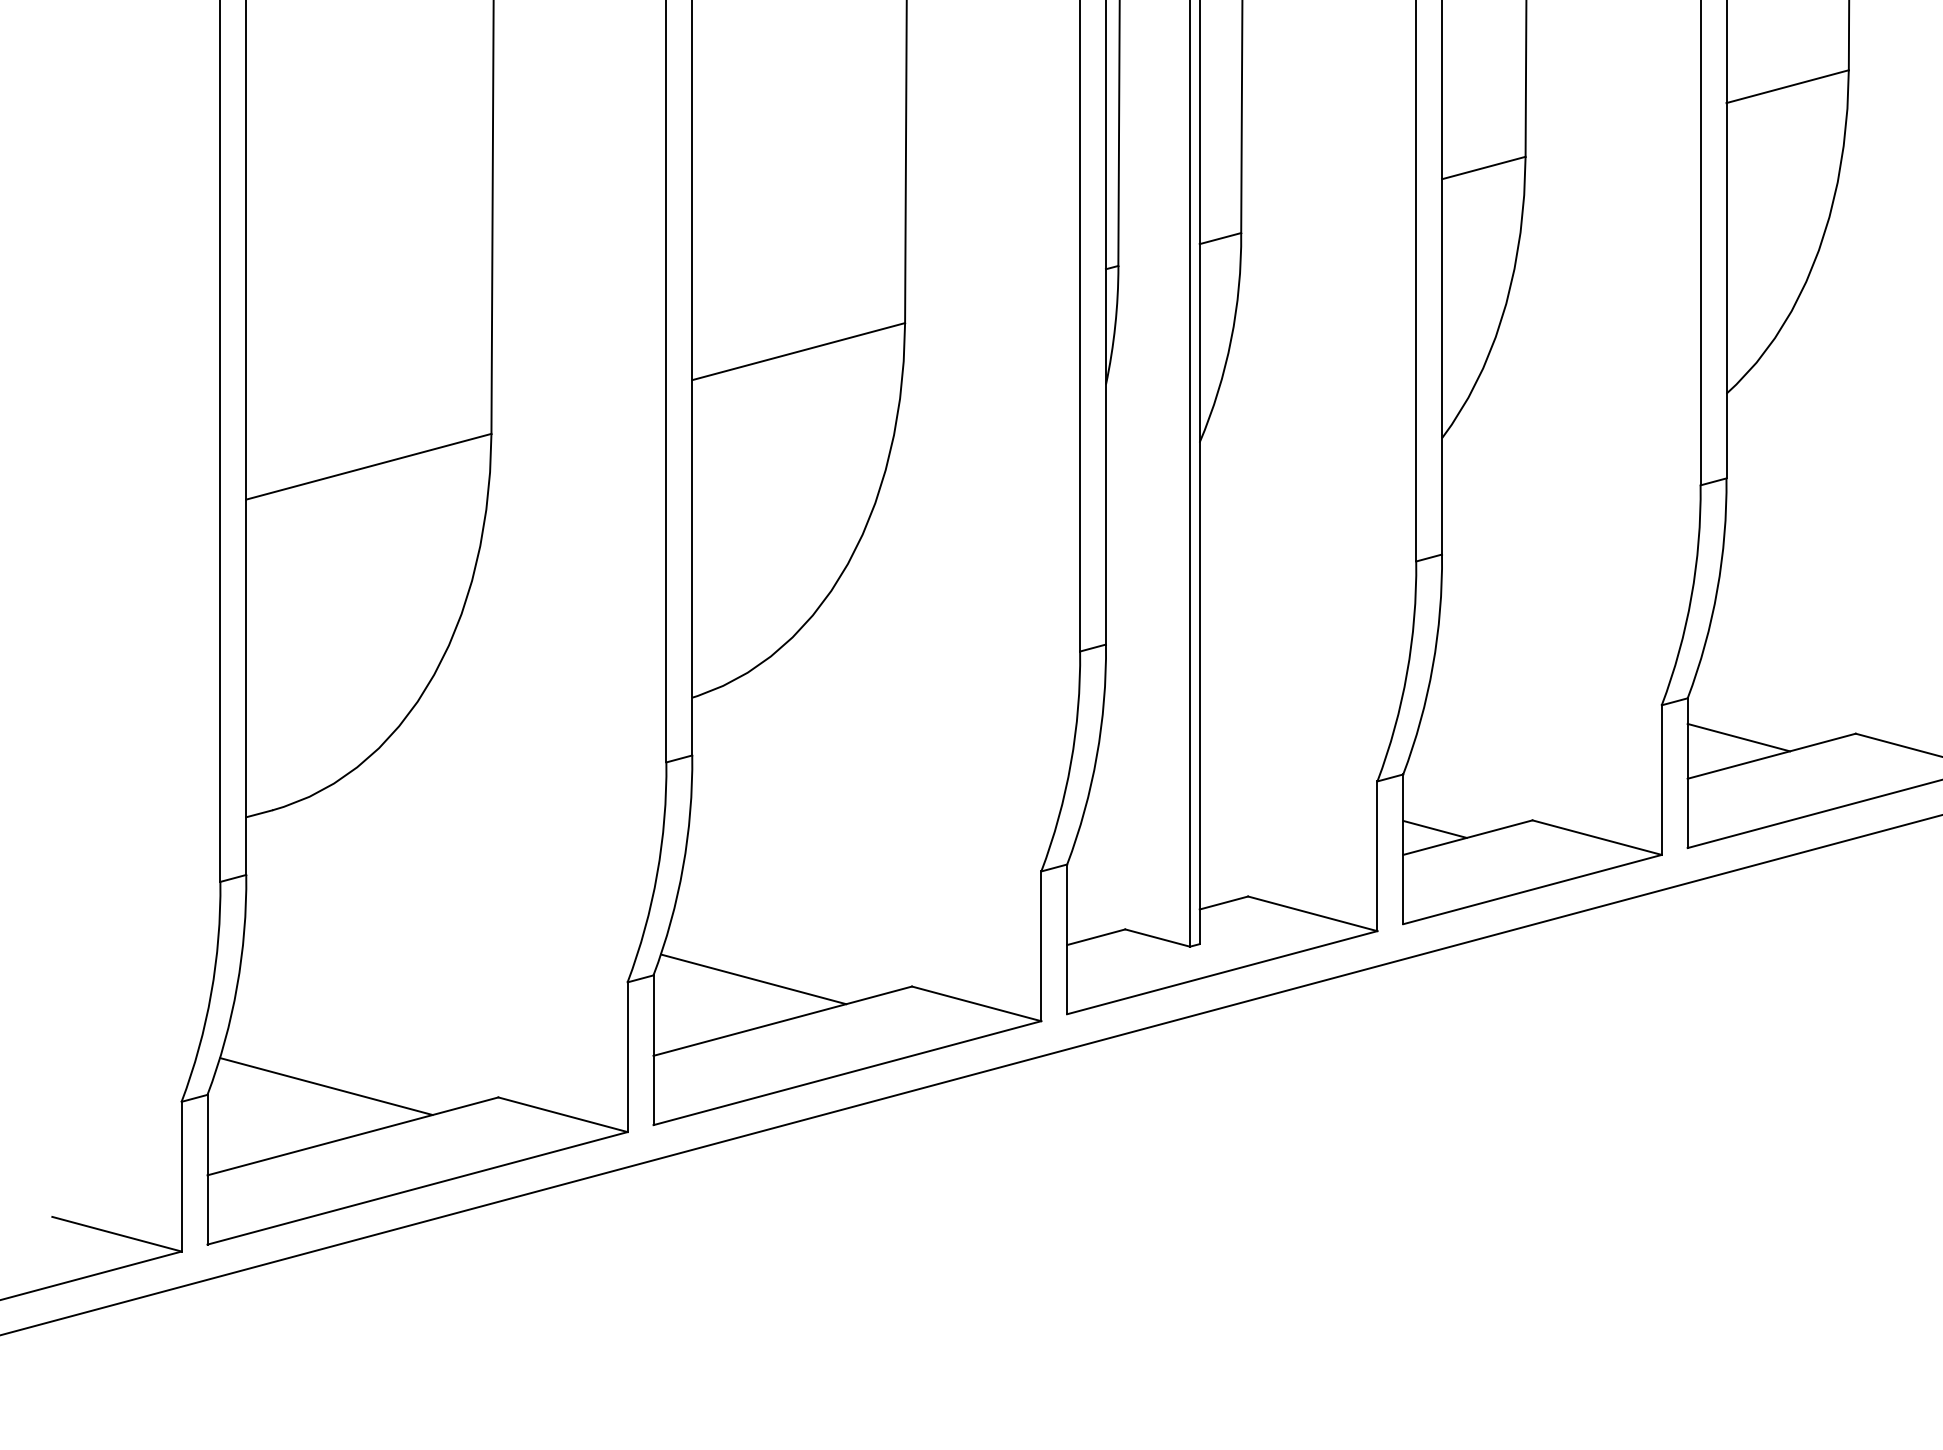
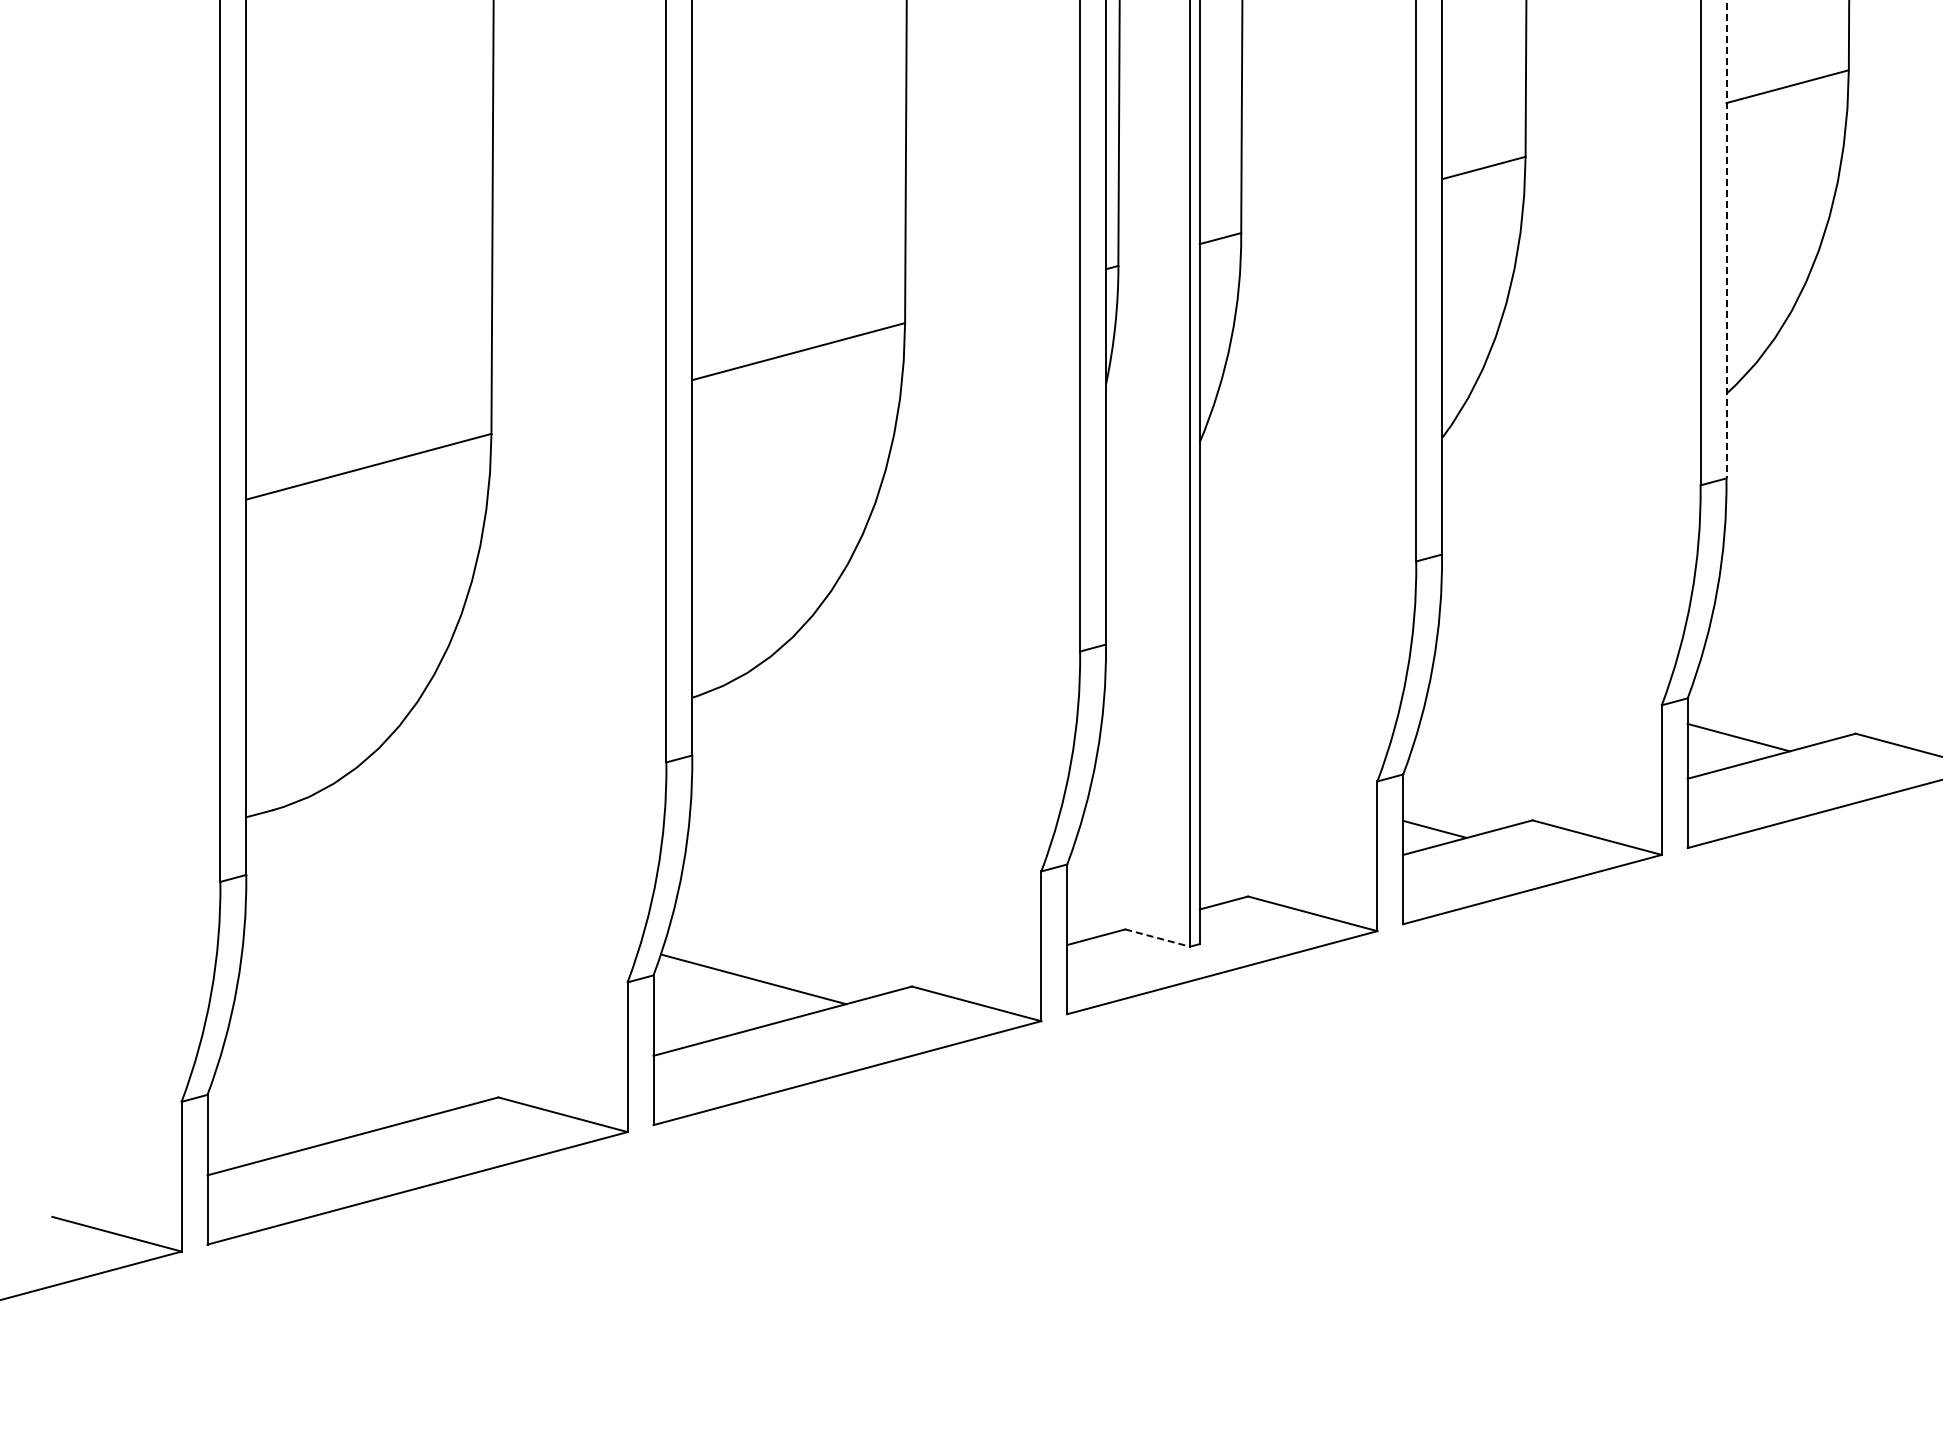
line at (1726, 239): solid -> dashed
line at (1158, 938): solid -> dashed
line at (970, 1074): present -> none
line at (326, 1086): present -> none
